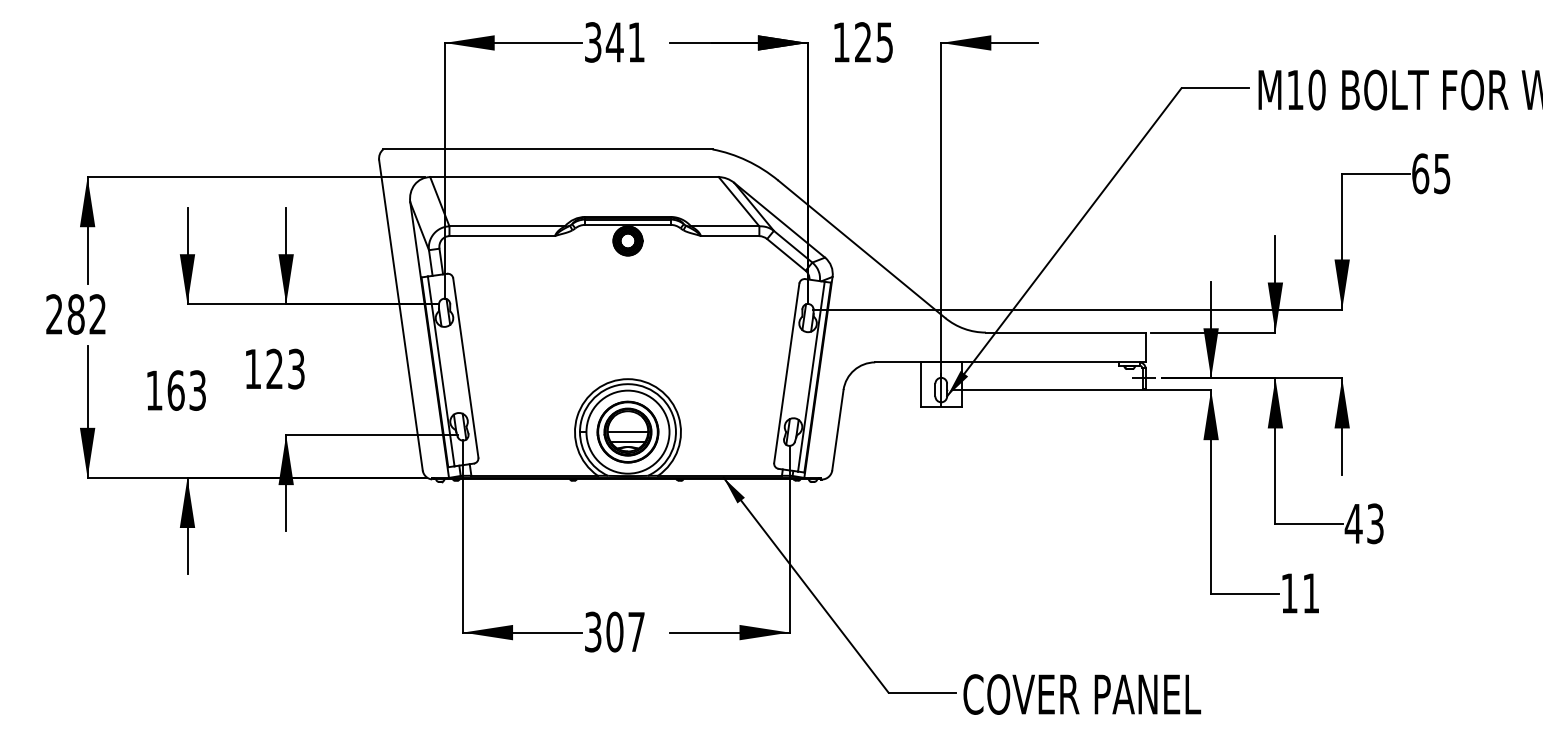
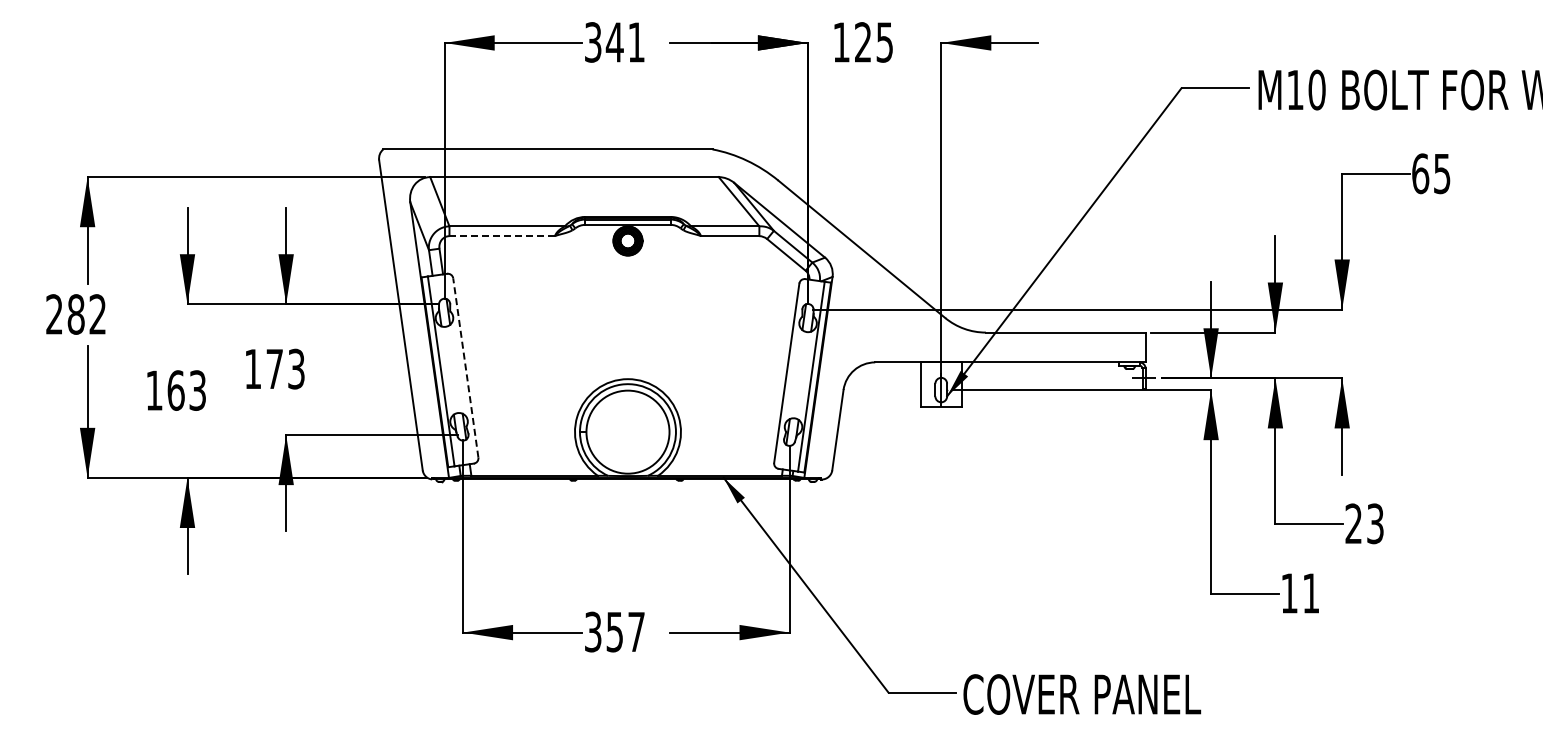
line at (502, 236): solid -> dashed
line at (465, 367): solid -> dashed
text at (274, 368): 123 -> 173
part at (627, 431): present -> none
text at (1353, 523): 43 -> 23
text at (614, 631): 307 -> 357
